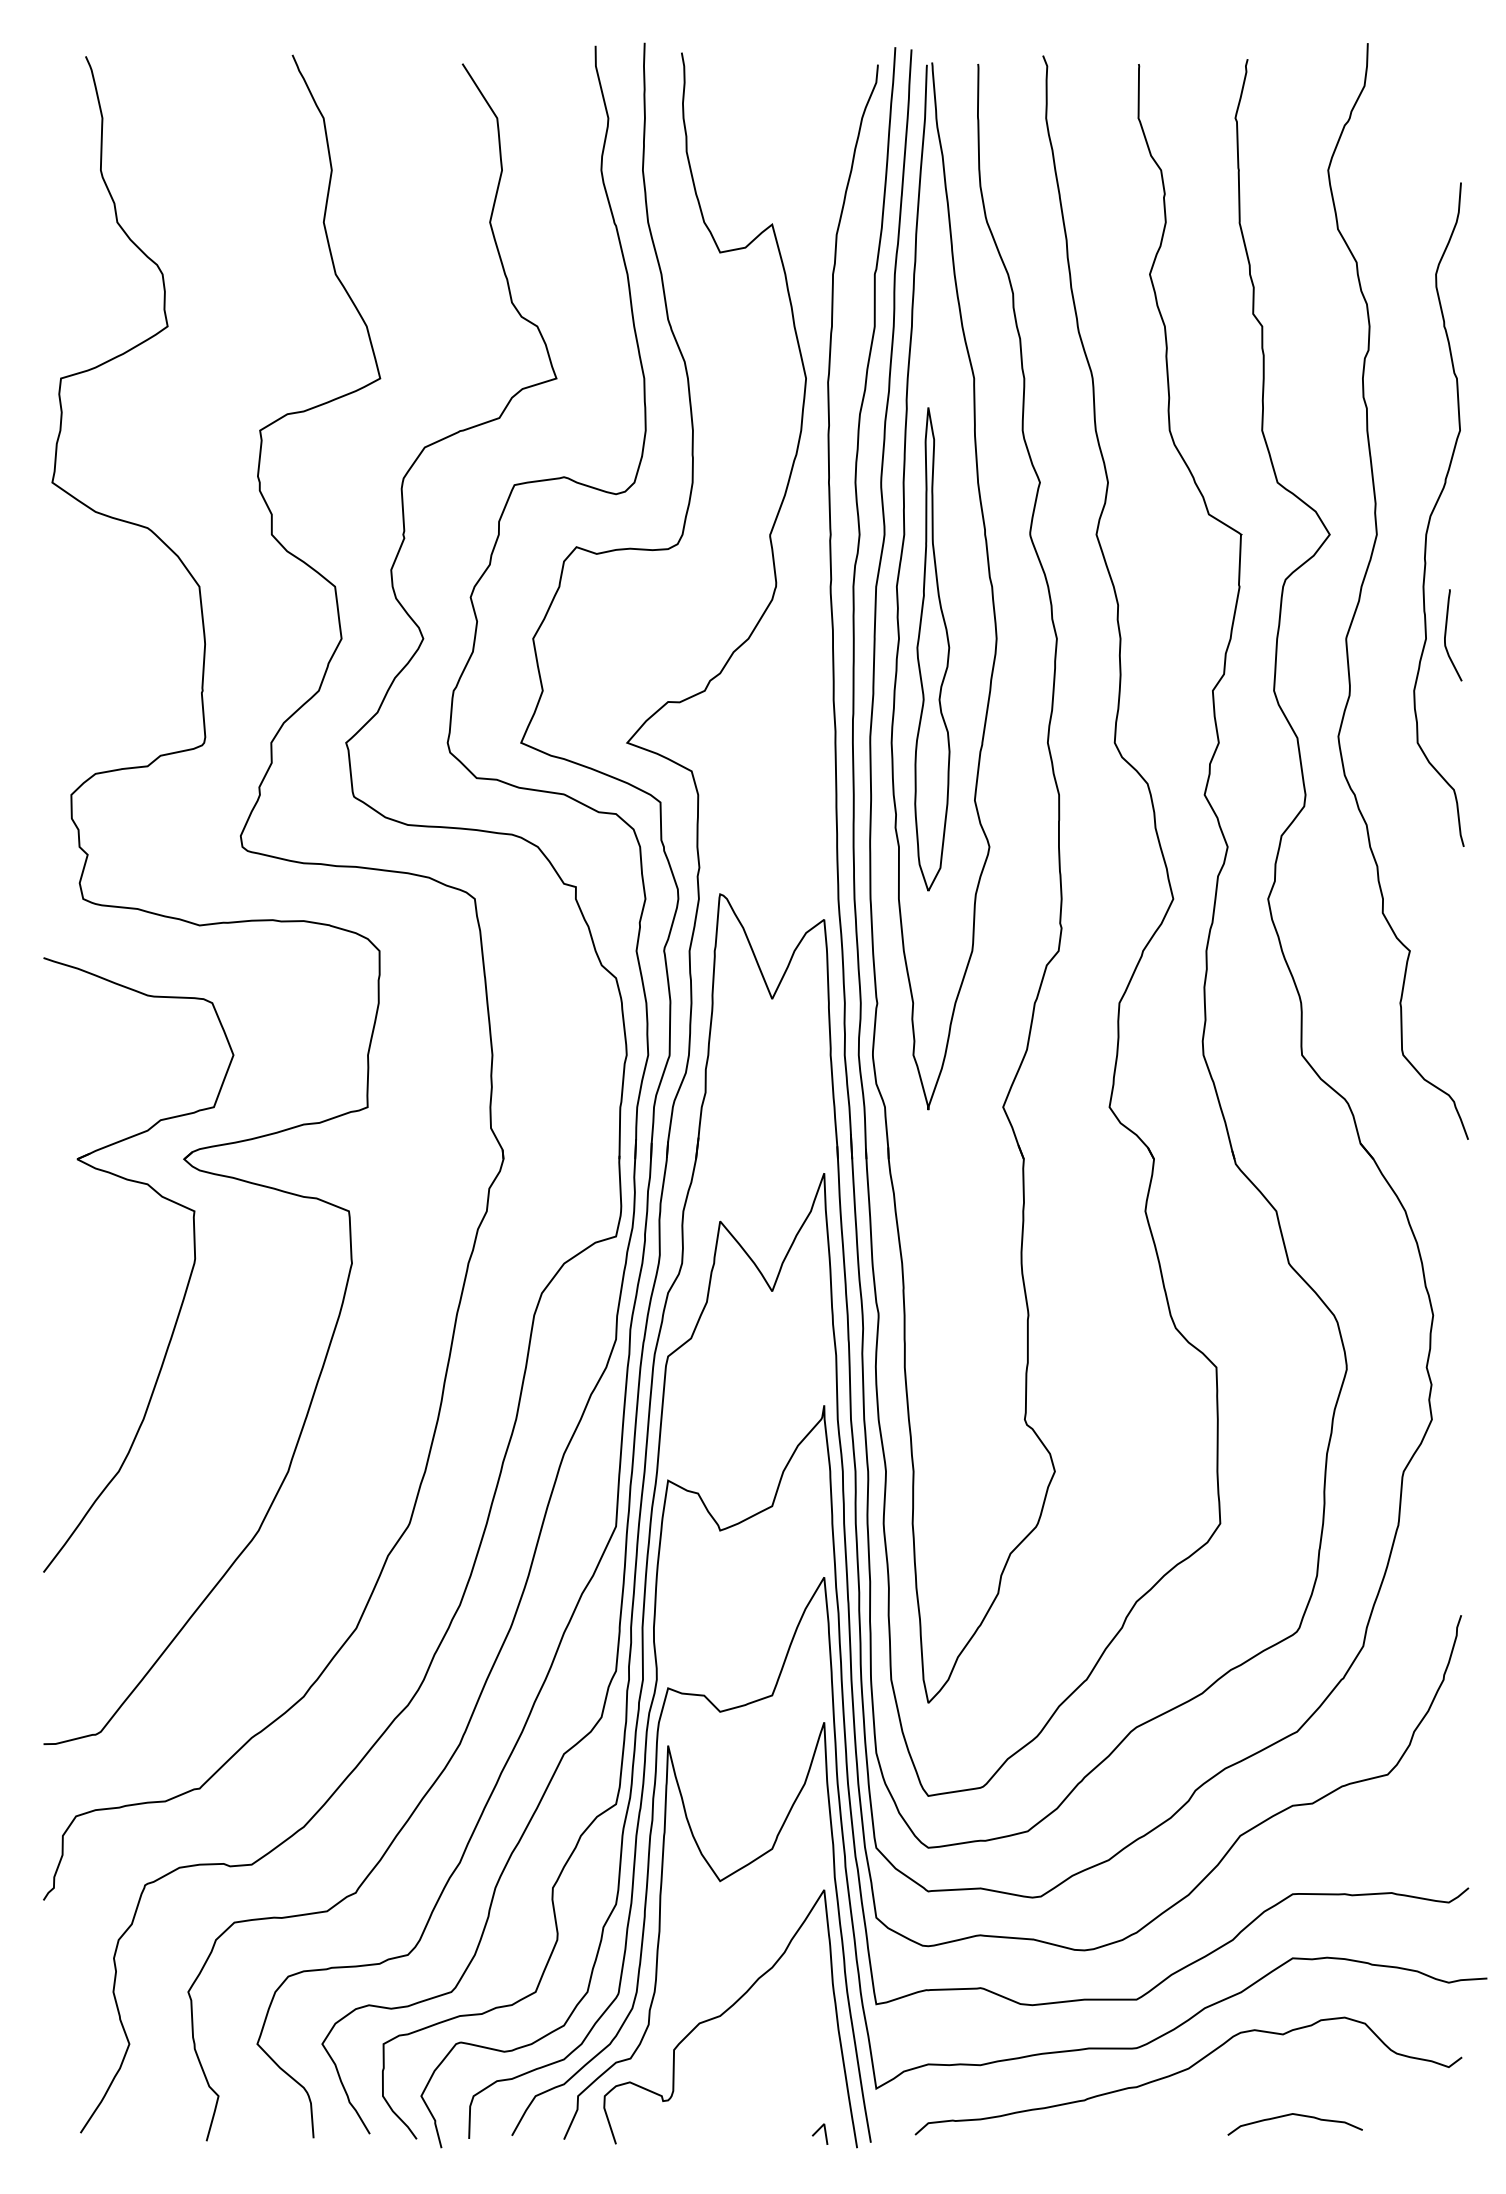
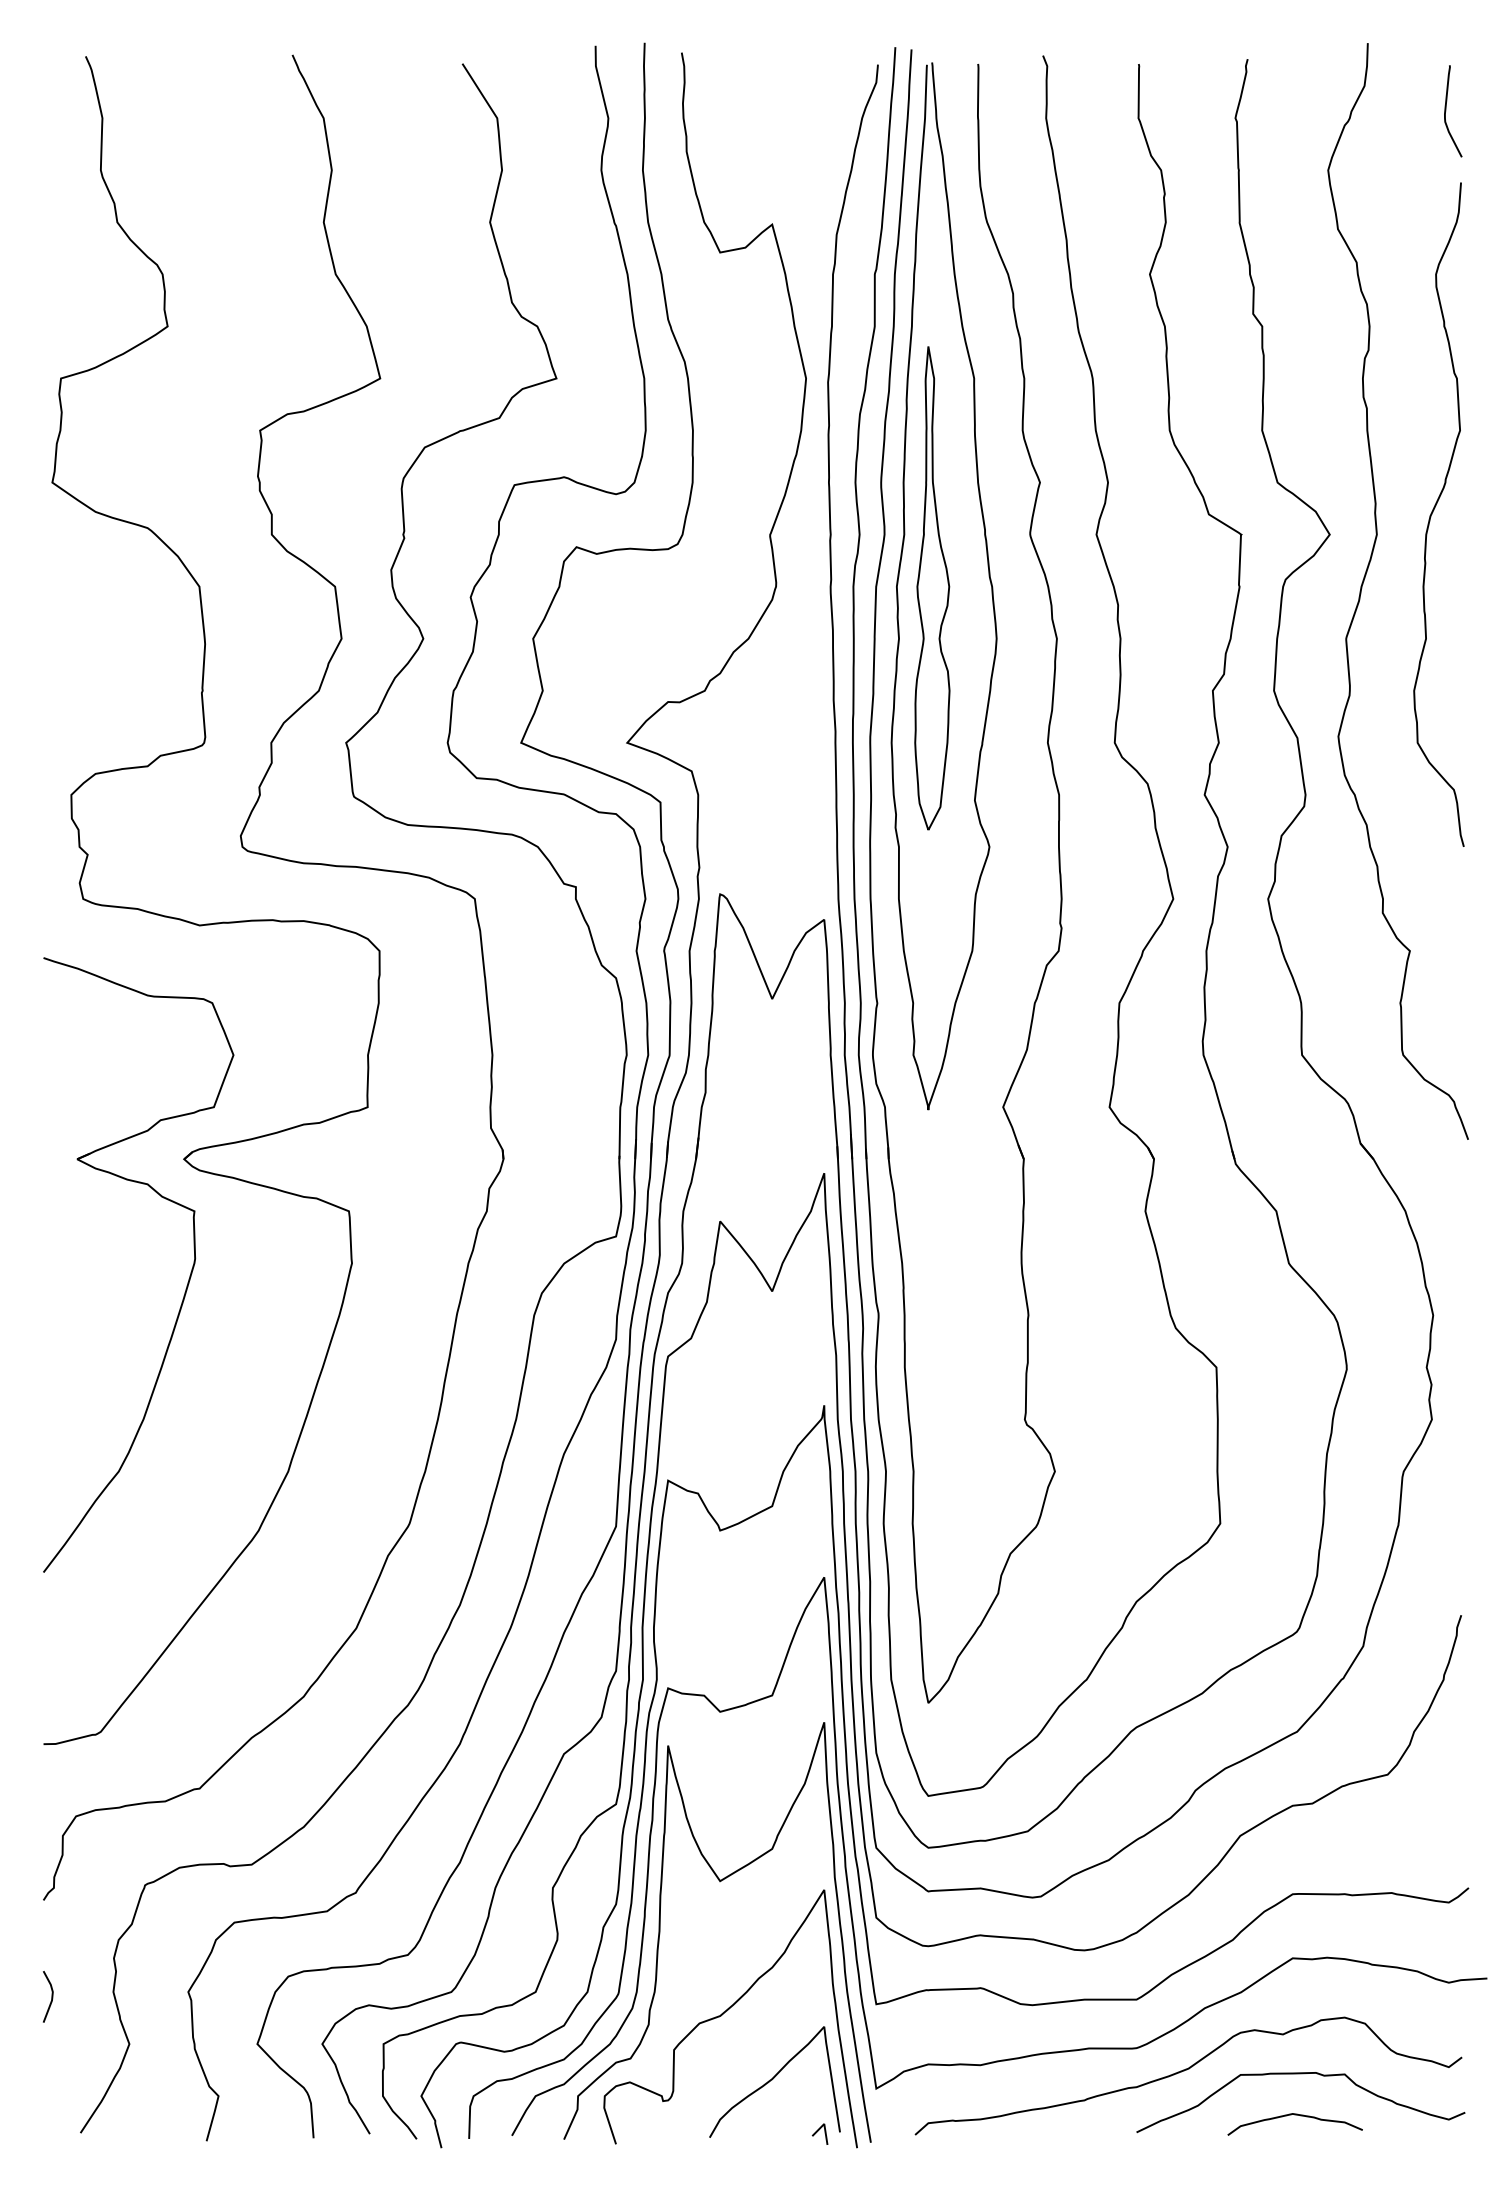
curve at (1446, 635) position: (1446, 635) -> (1446, 111)
part at (932, 649) position: (932, 649) -> (932, 588)
line at (51, 1996): none -> present
curve at (1300, 2074): none -> present
curve at (773, 2079): none -> present
